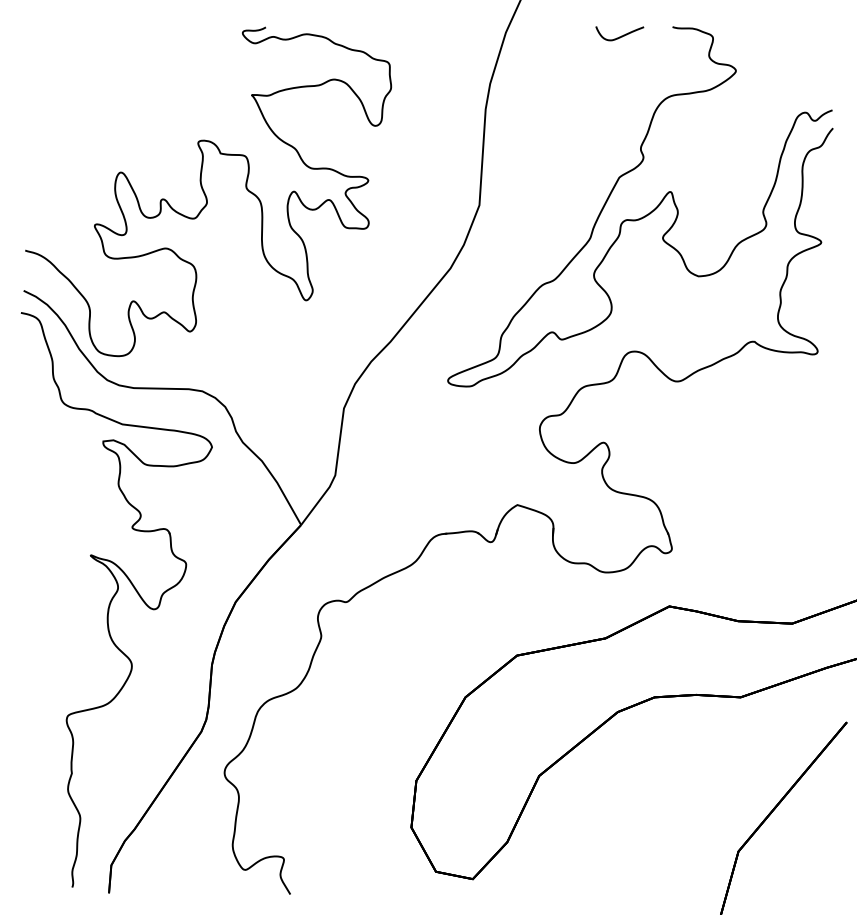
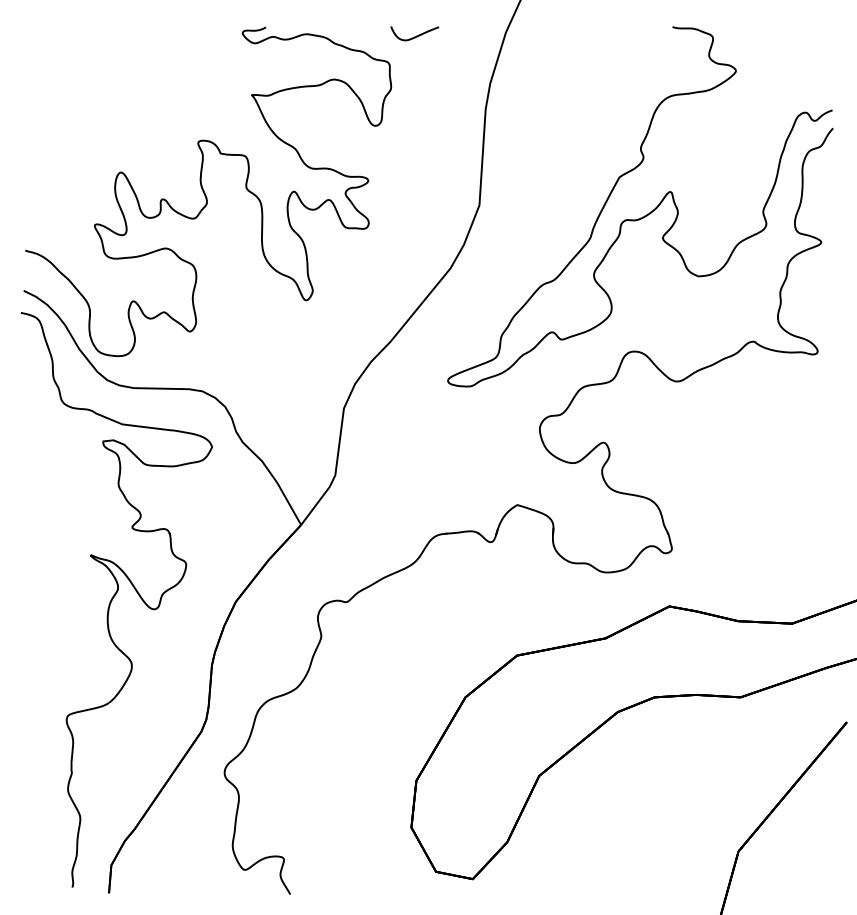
curve at (621, 35) position: (621, 35) -> (416, 35)
